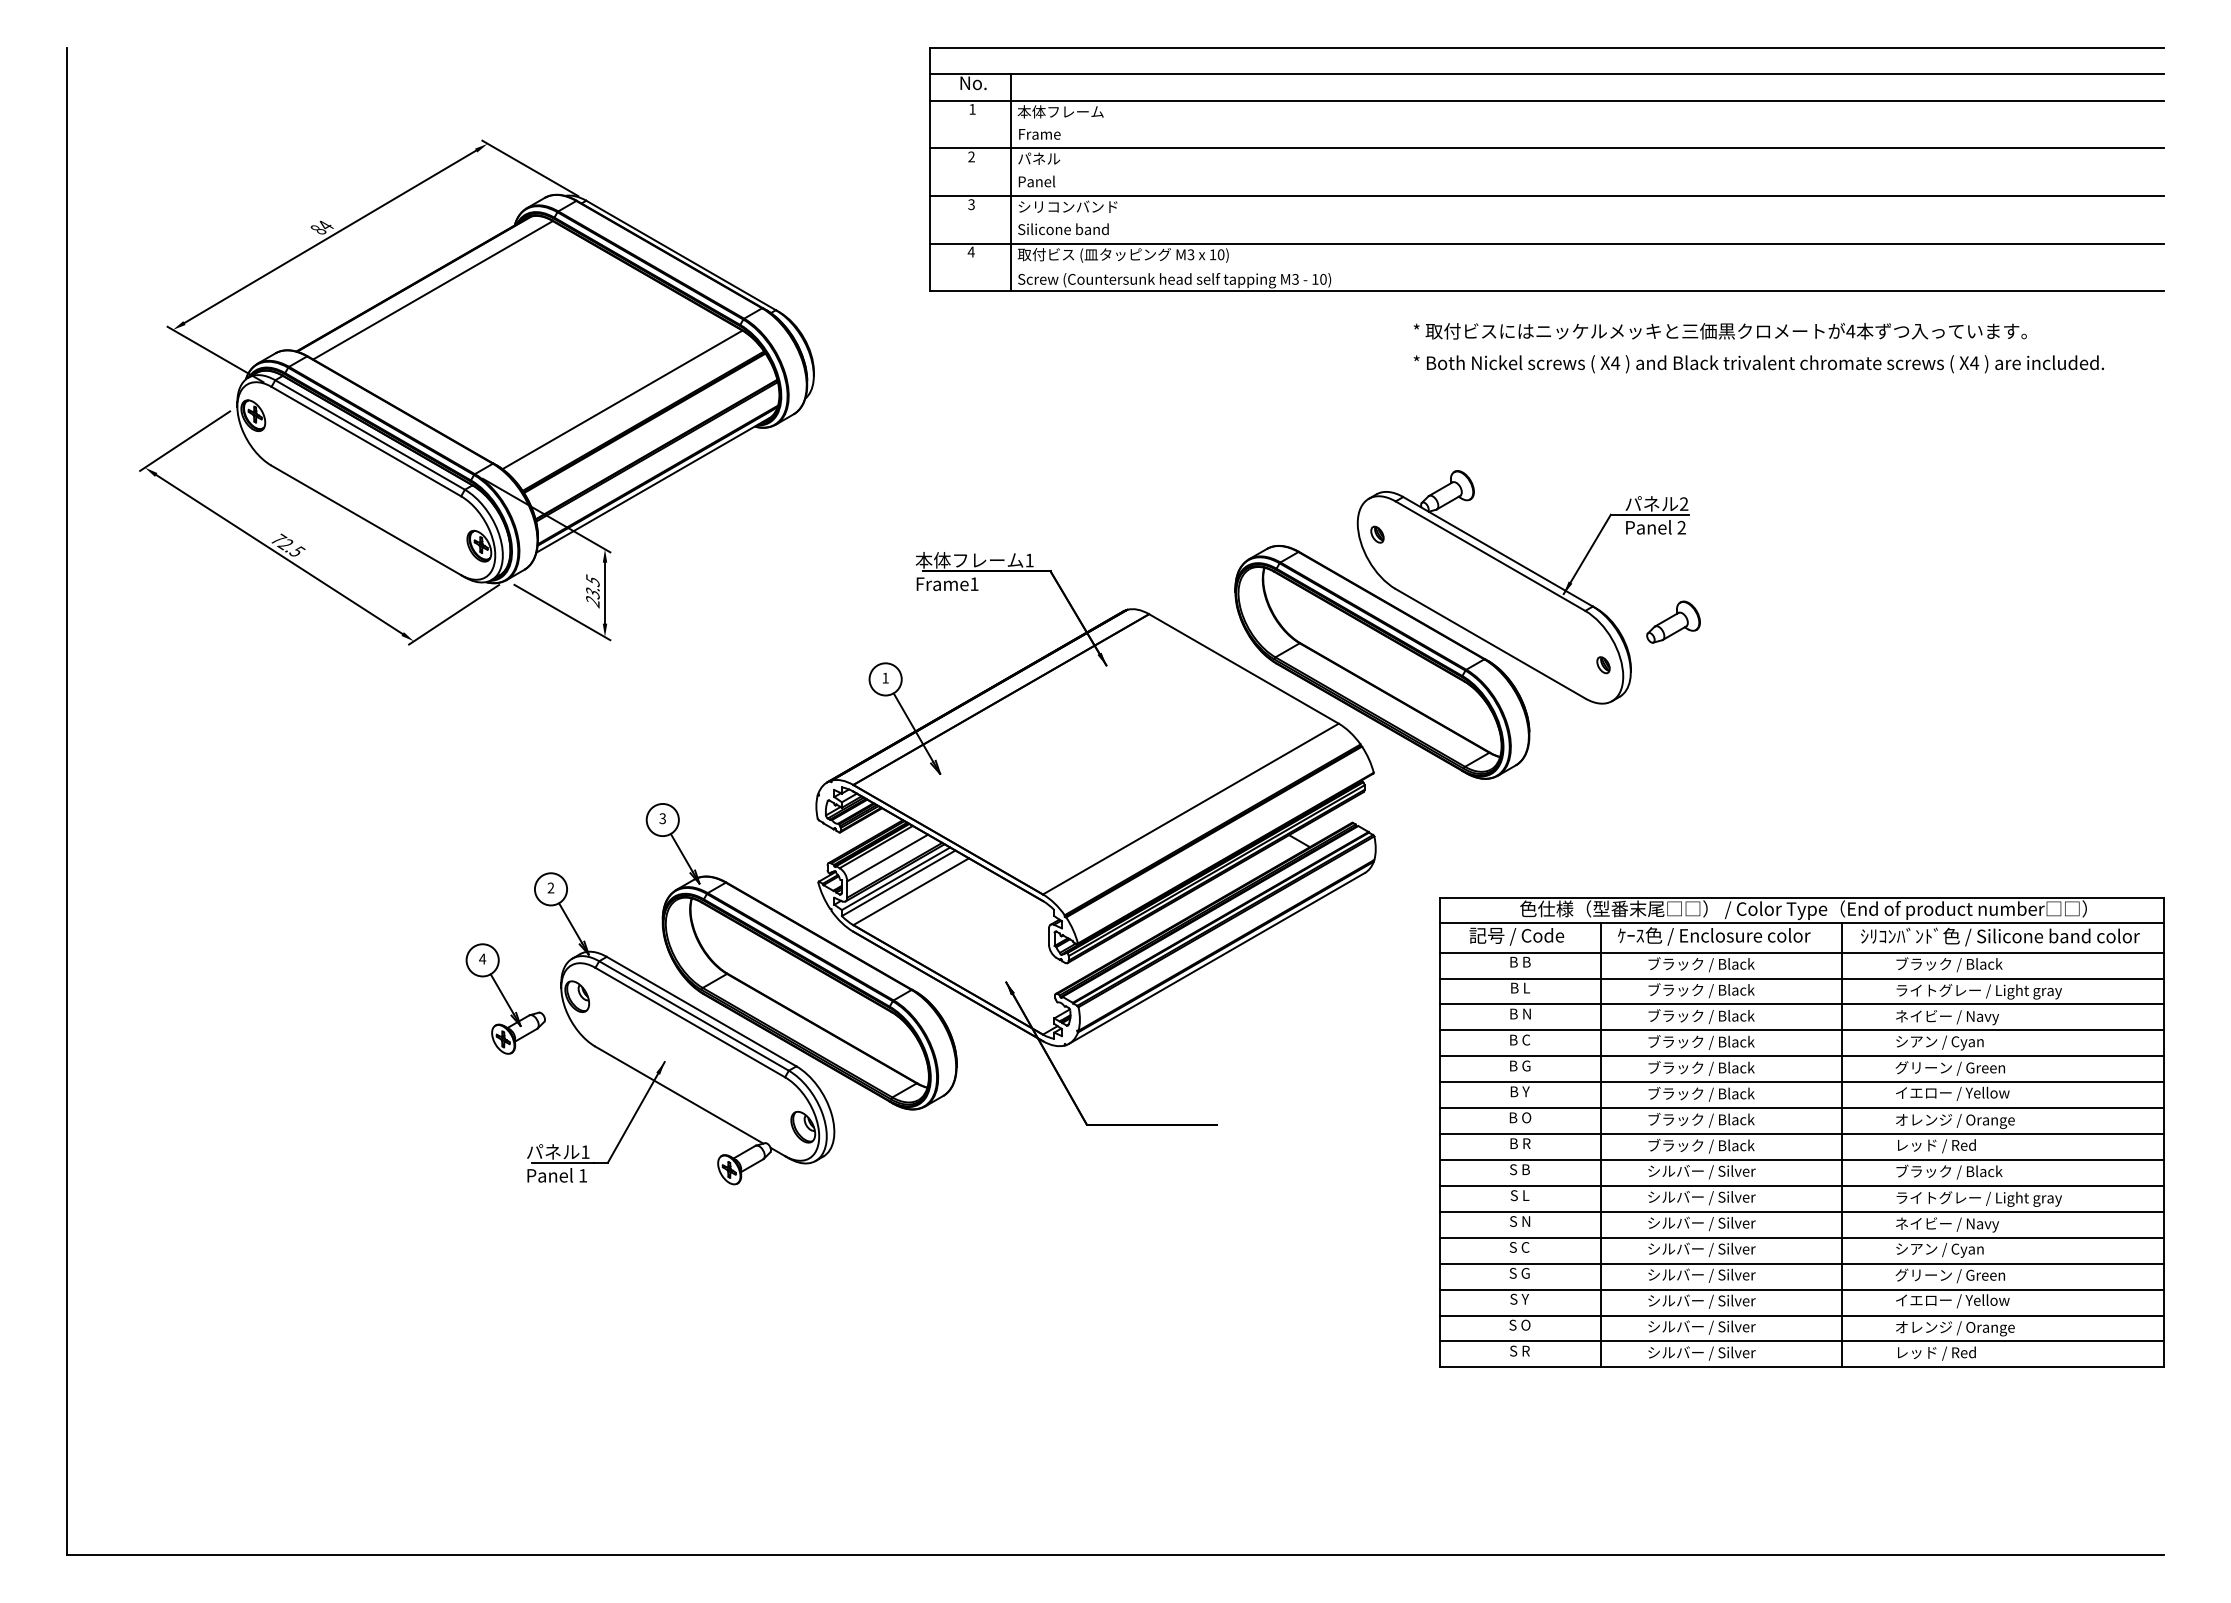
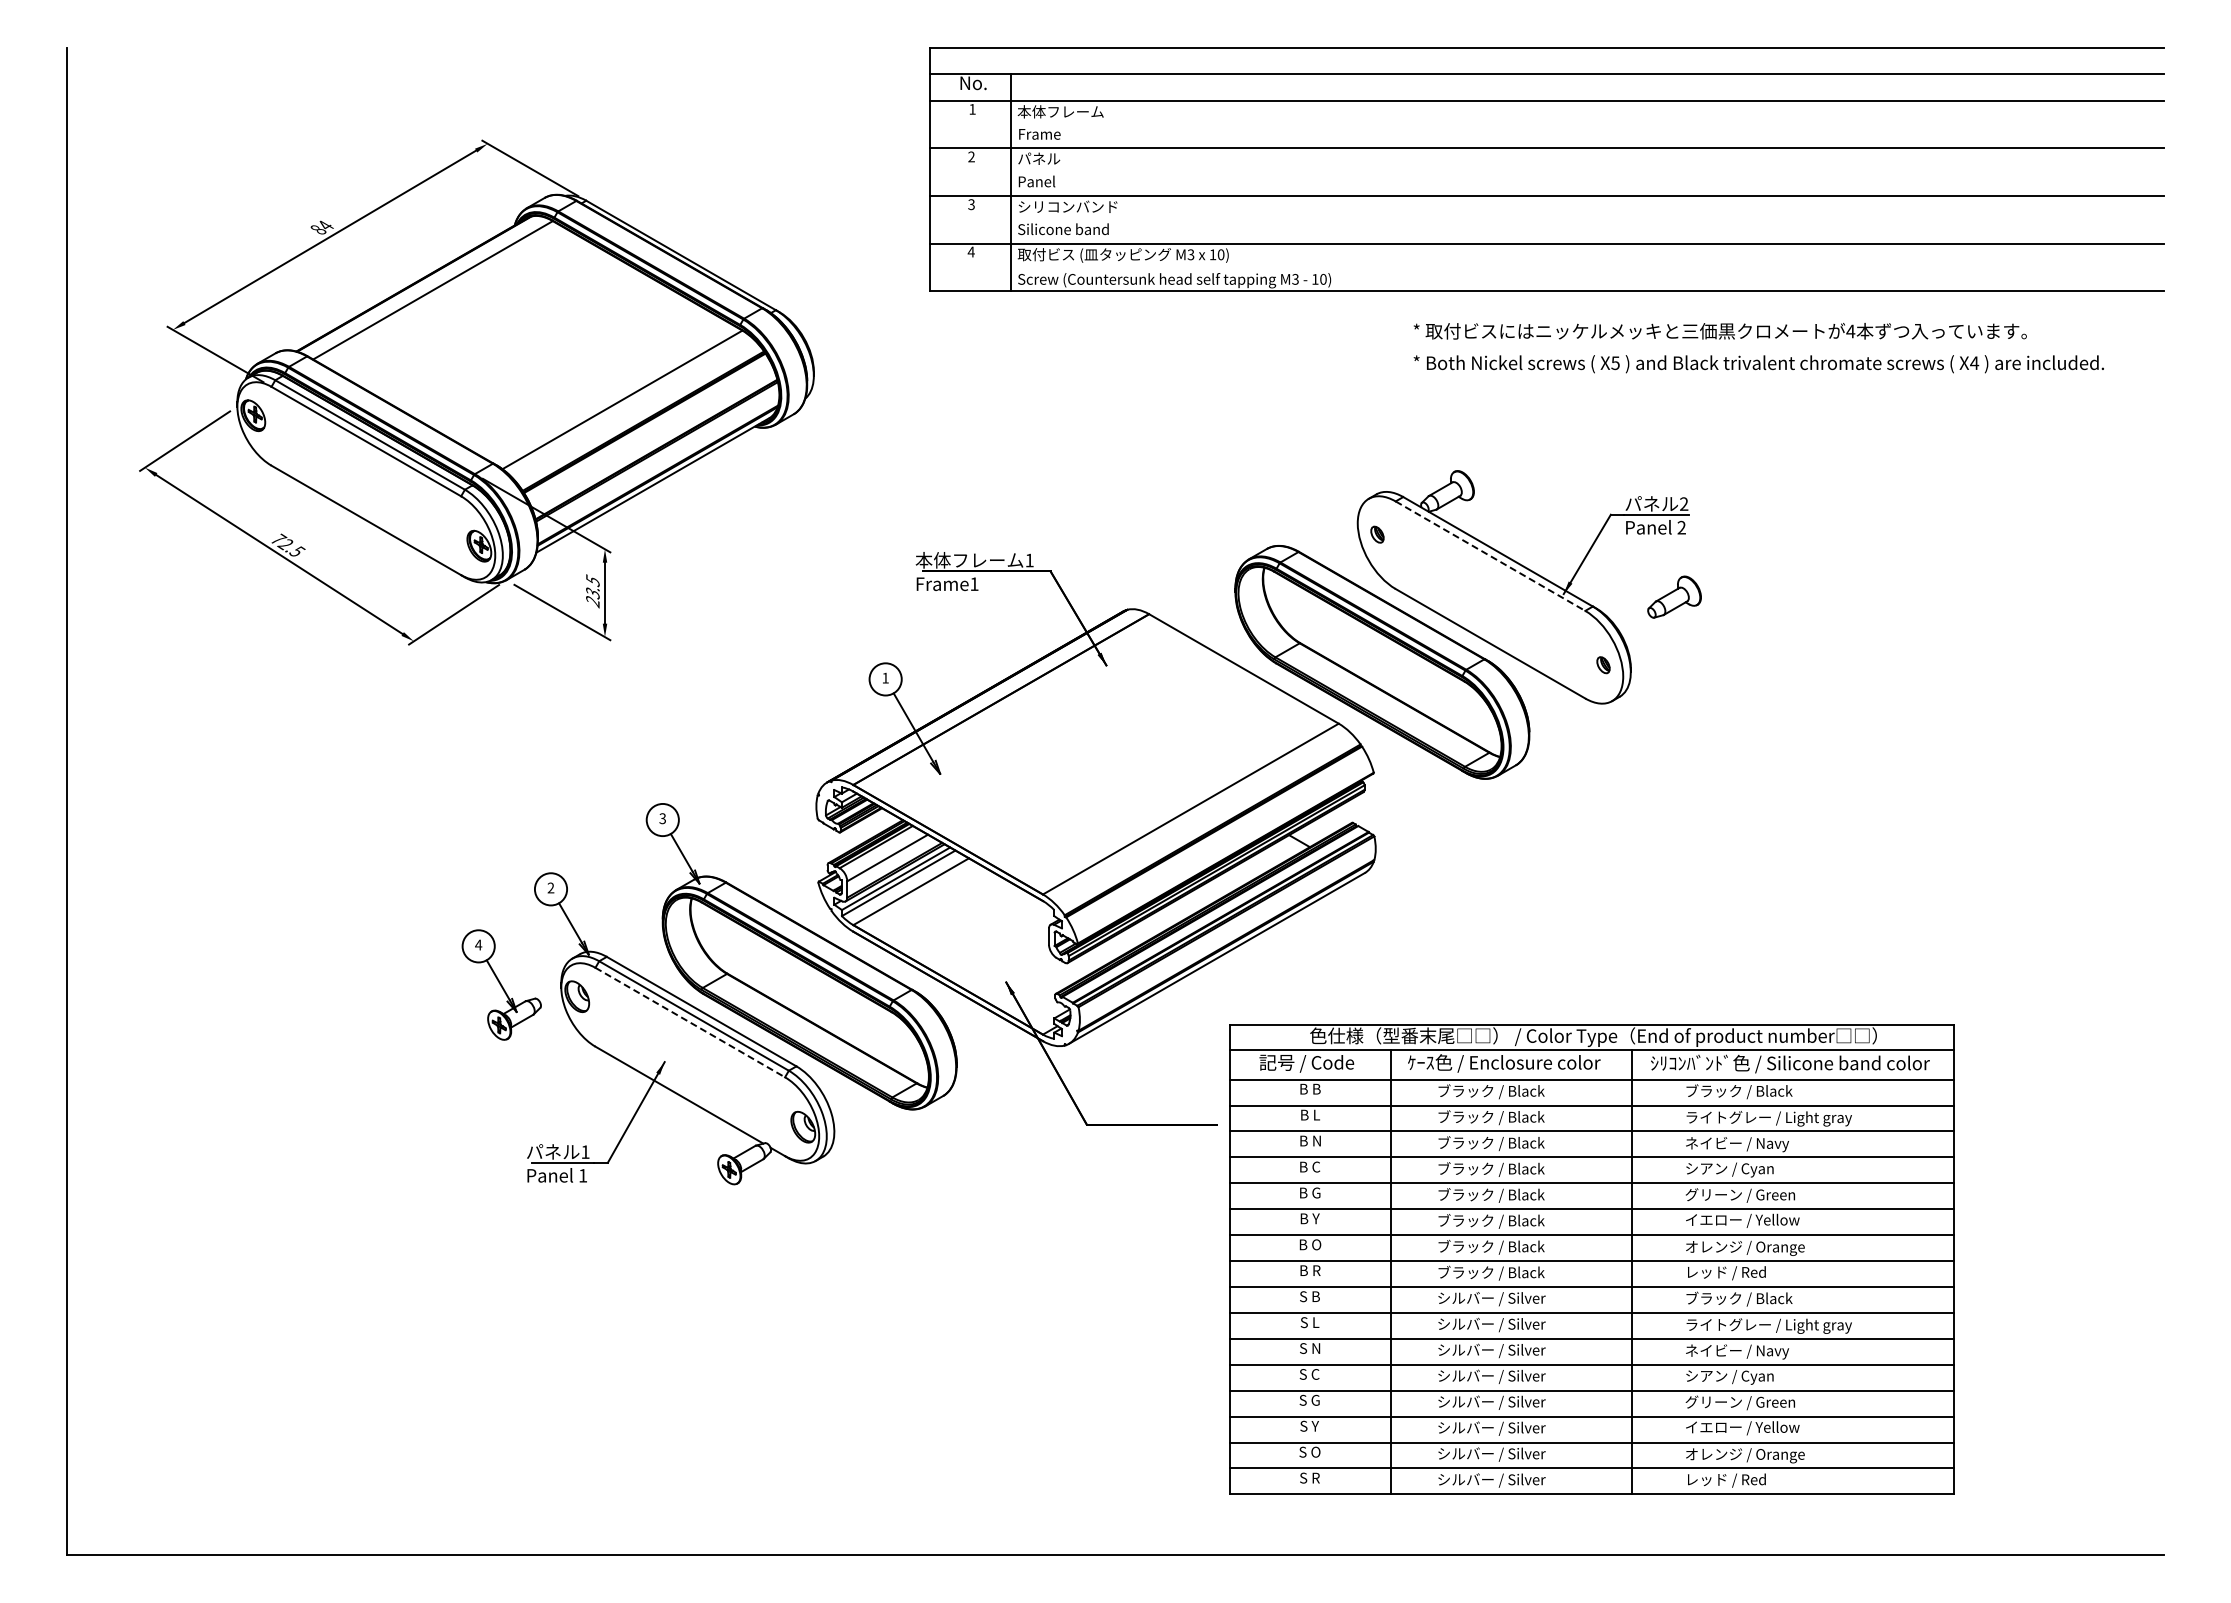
text at (1615, 363): X4 -> X5
line at (1490, 556): solid -> dashed
part at (1673, 621) position: (1673, 621) -> (1674, 596)
part at (505, 998) position: (505, 998) -> (501, 984)
line at (690, 1022): solid -> dashed
part at (1801, 1132) position: (1801, 1132) -> (1591, 1259)
